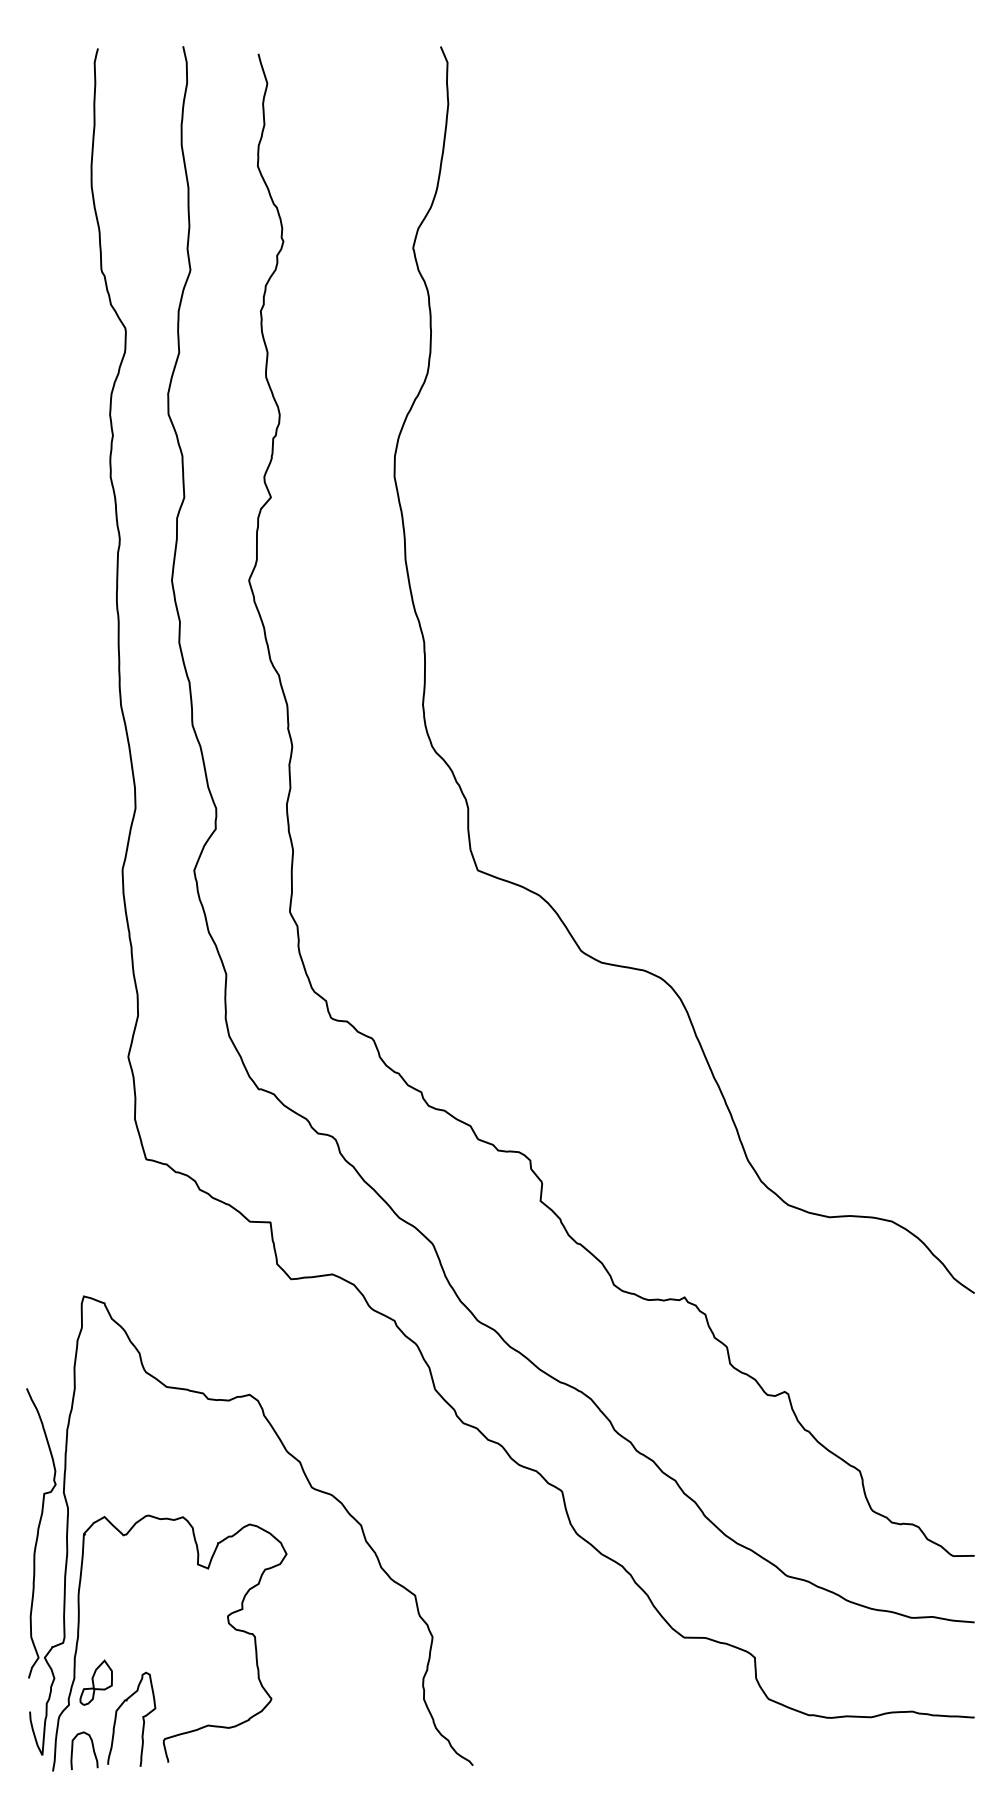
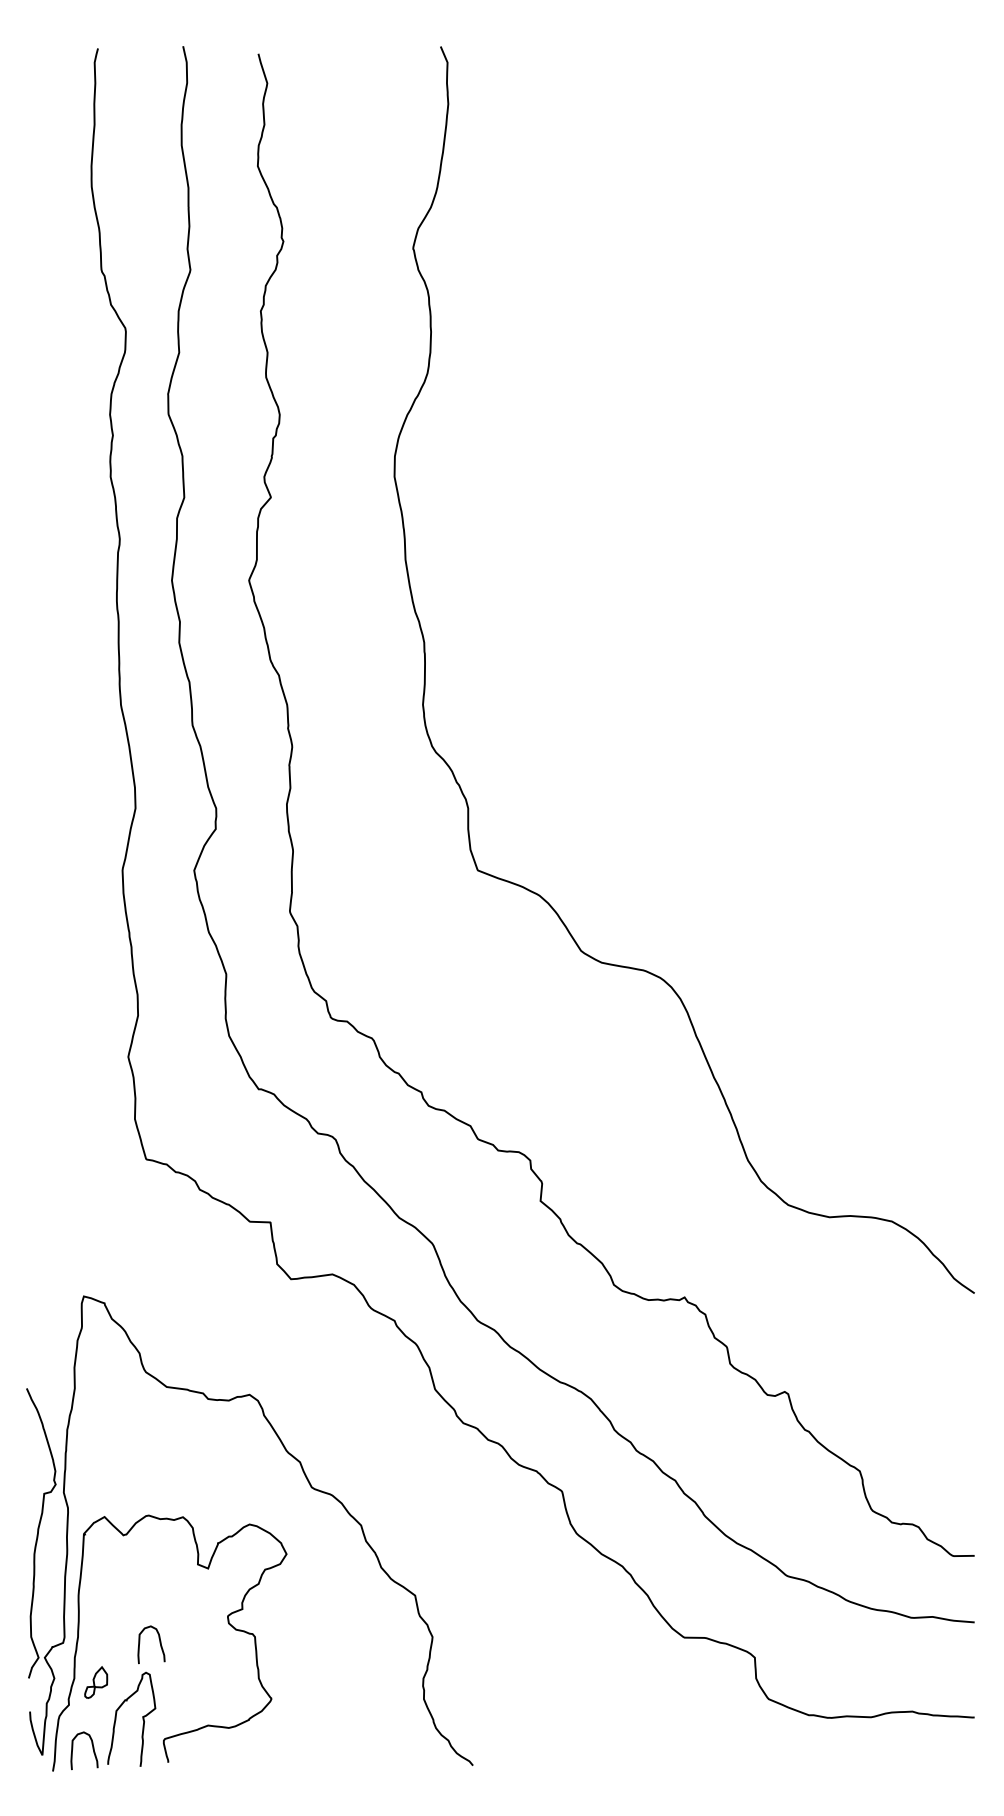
curve at (159, 1643): none -> present
part at (95, 1682) size: 34x47 px -> 25x33 px
